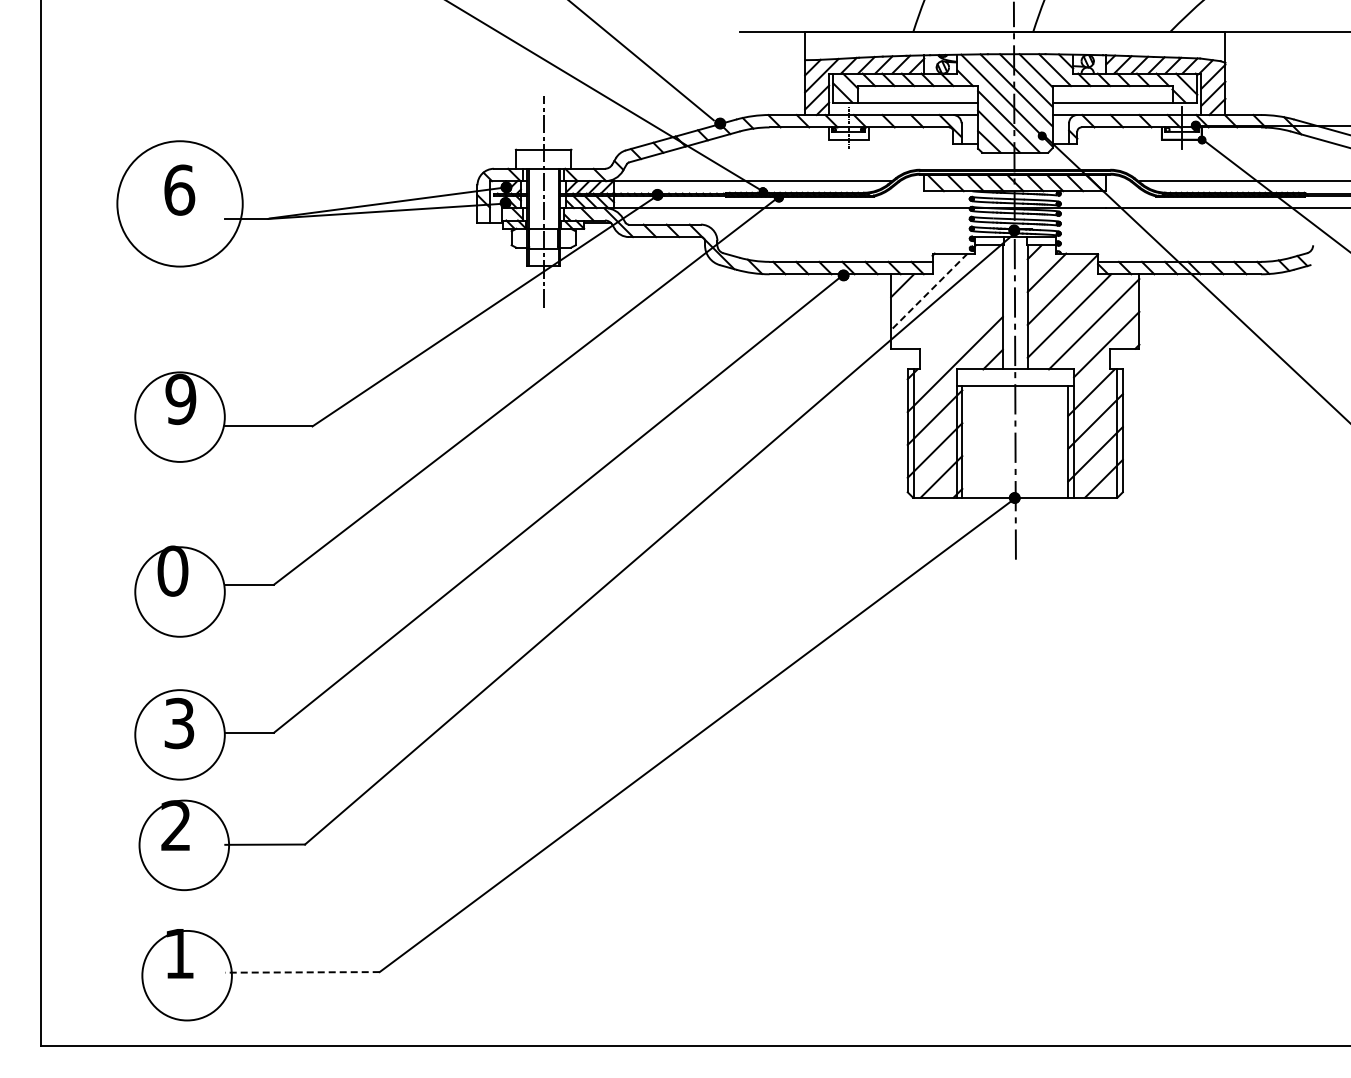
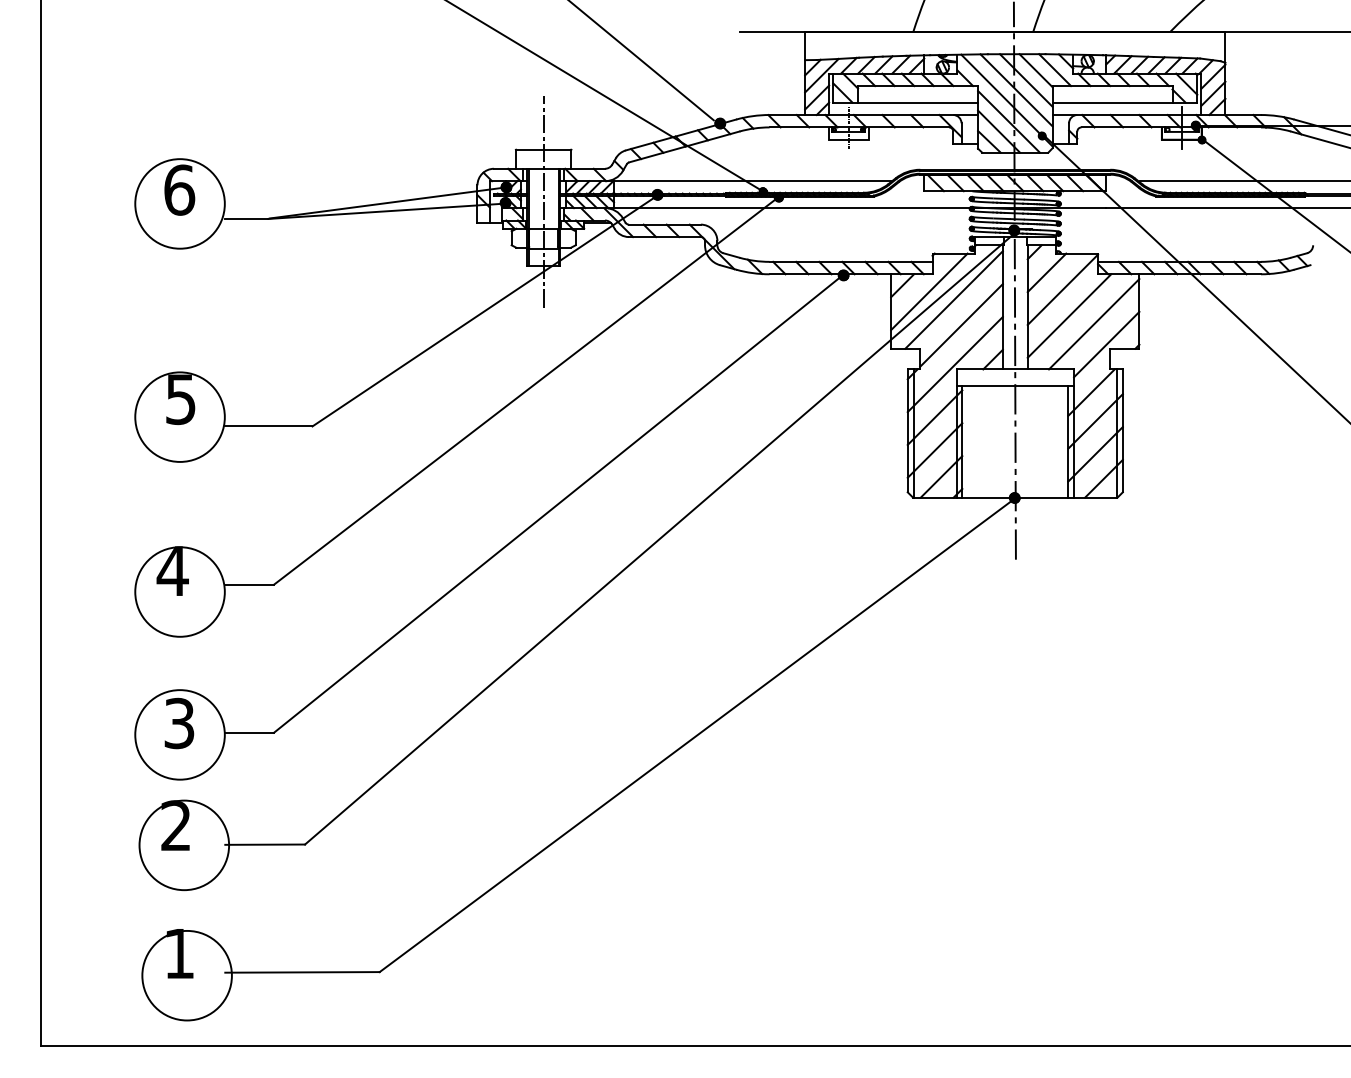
circle at (179, 203) diameter: 125 px -> 90 px
line at (929, 292): dashed -> solid
line at (953, 299): none -> present
line at (961, 325): none -> present
text at (180, 398): 9 -> 5
text at (172, 570): 0 -> 4
line at (302, 972): dashed -> solid
